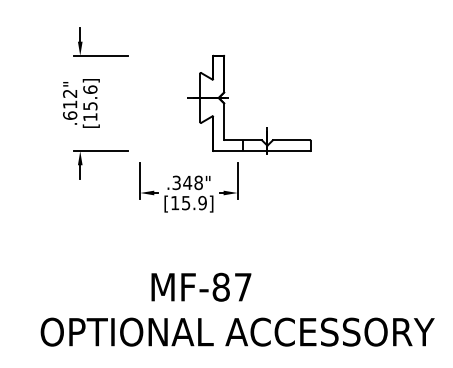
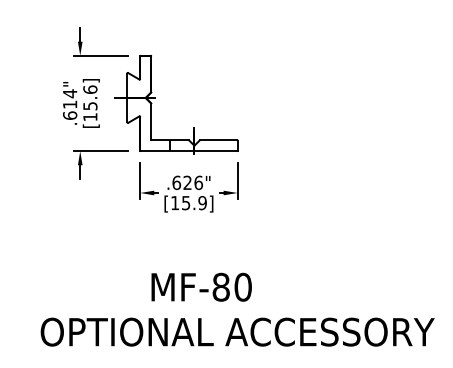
text at (70, 93): .612" -> .614"
part at (228, 98) position: (228, 98) -> (155, 98)
text at (187, 182): .348" -> .626"
text at (242, 286): MF-87 -> MF-80
